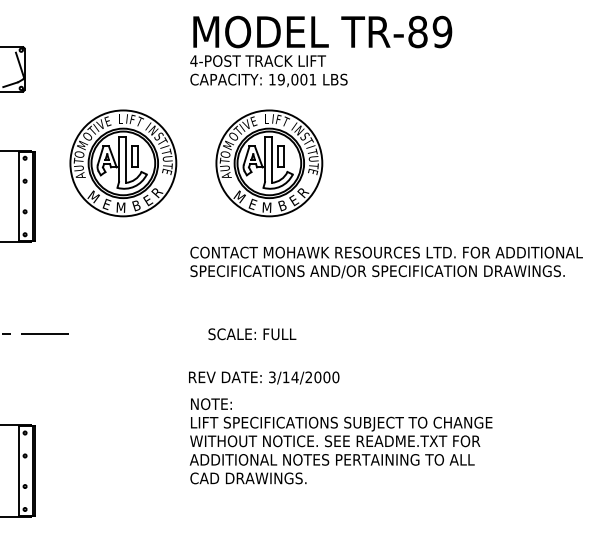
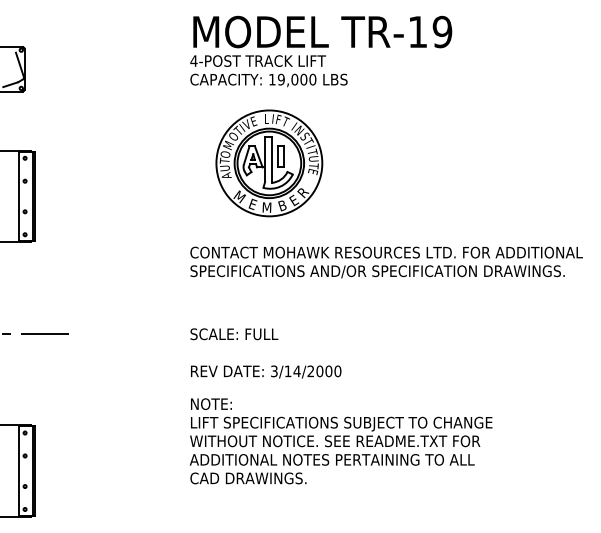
text at (417, 31): TR-89 -> TR-19
text at (312, 79): 19,001 -> 19,000
part at (123, 163): present -> none
text at (252, 334) position: (252, 334) -> (234, 334)
text at (264, 377) position: (264, 377) -> (266, 371)
